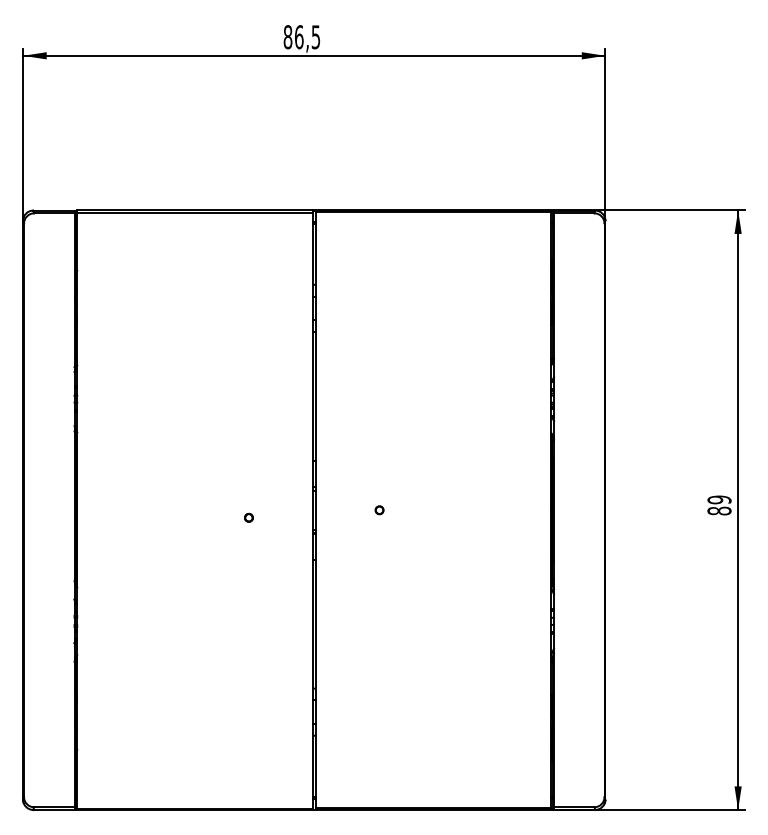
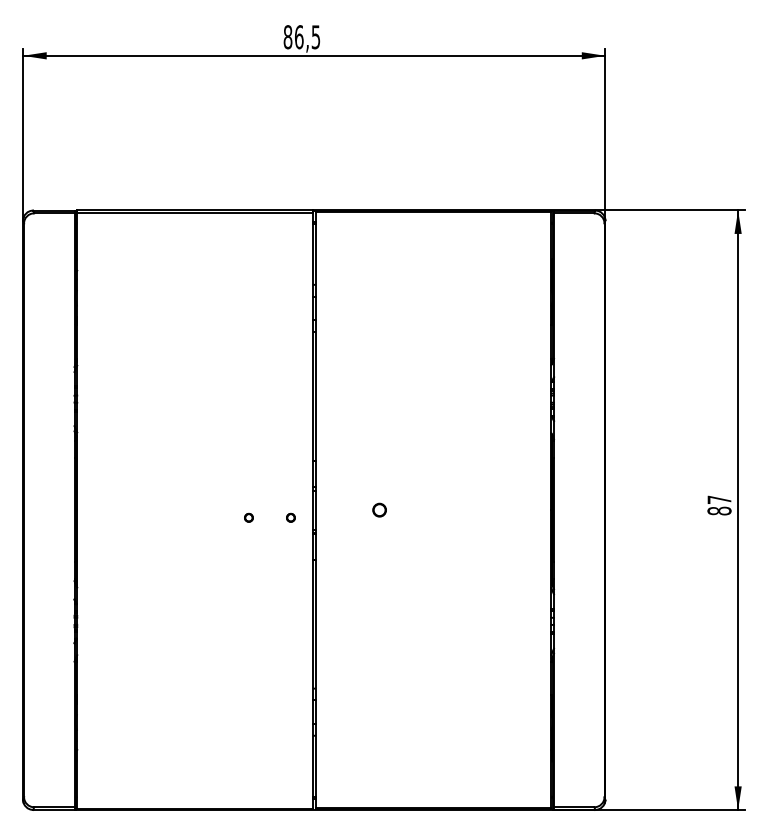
text at (719, 499): 89 -> 87
part at (379, 510) size: 11x11 px -> 15x16 px
part at (290, 517): none -> present
